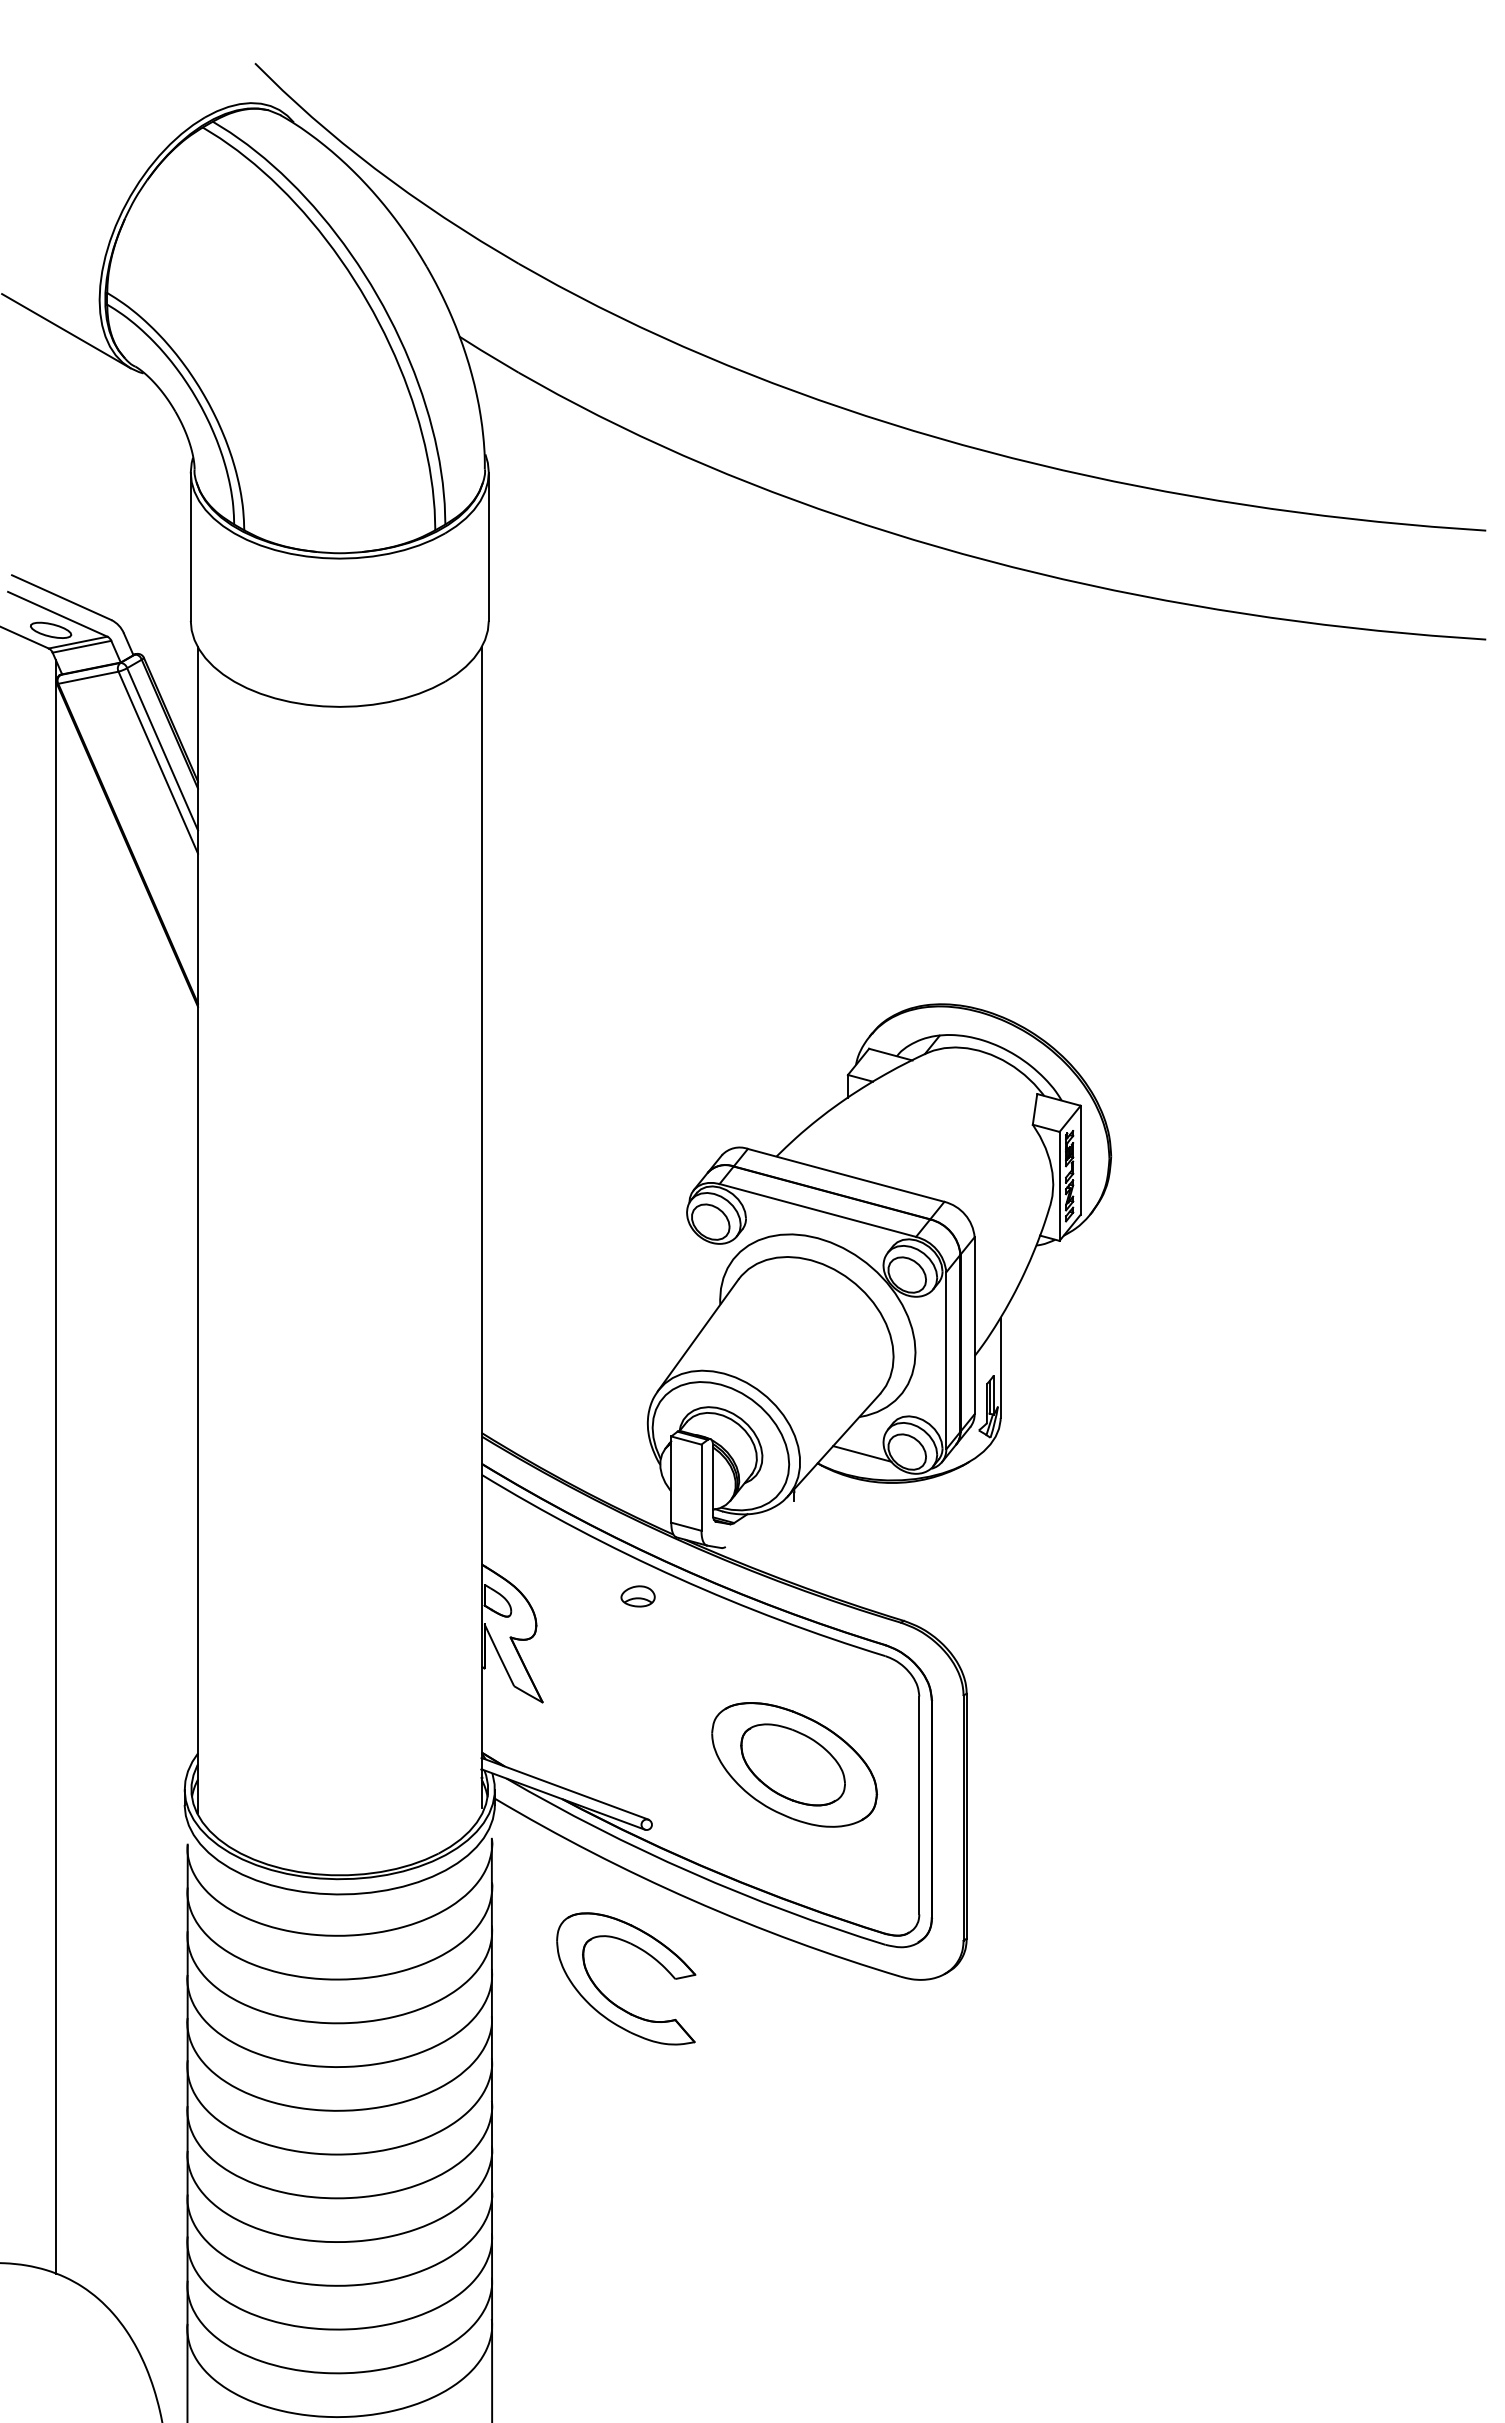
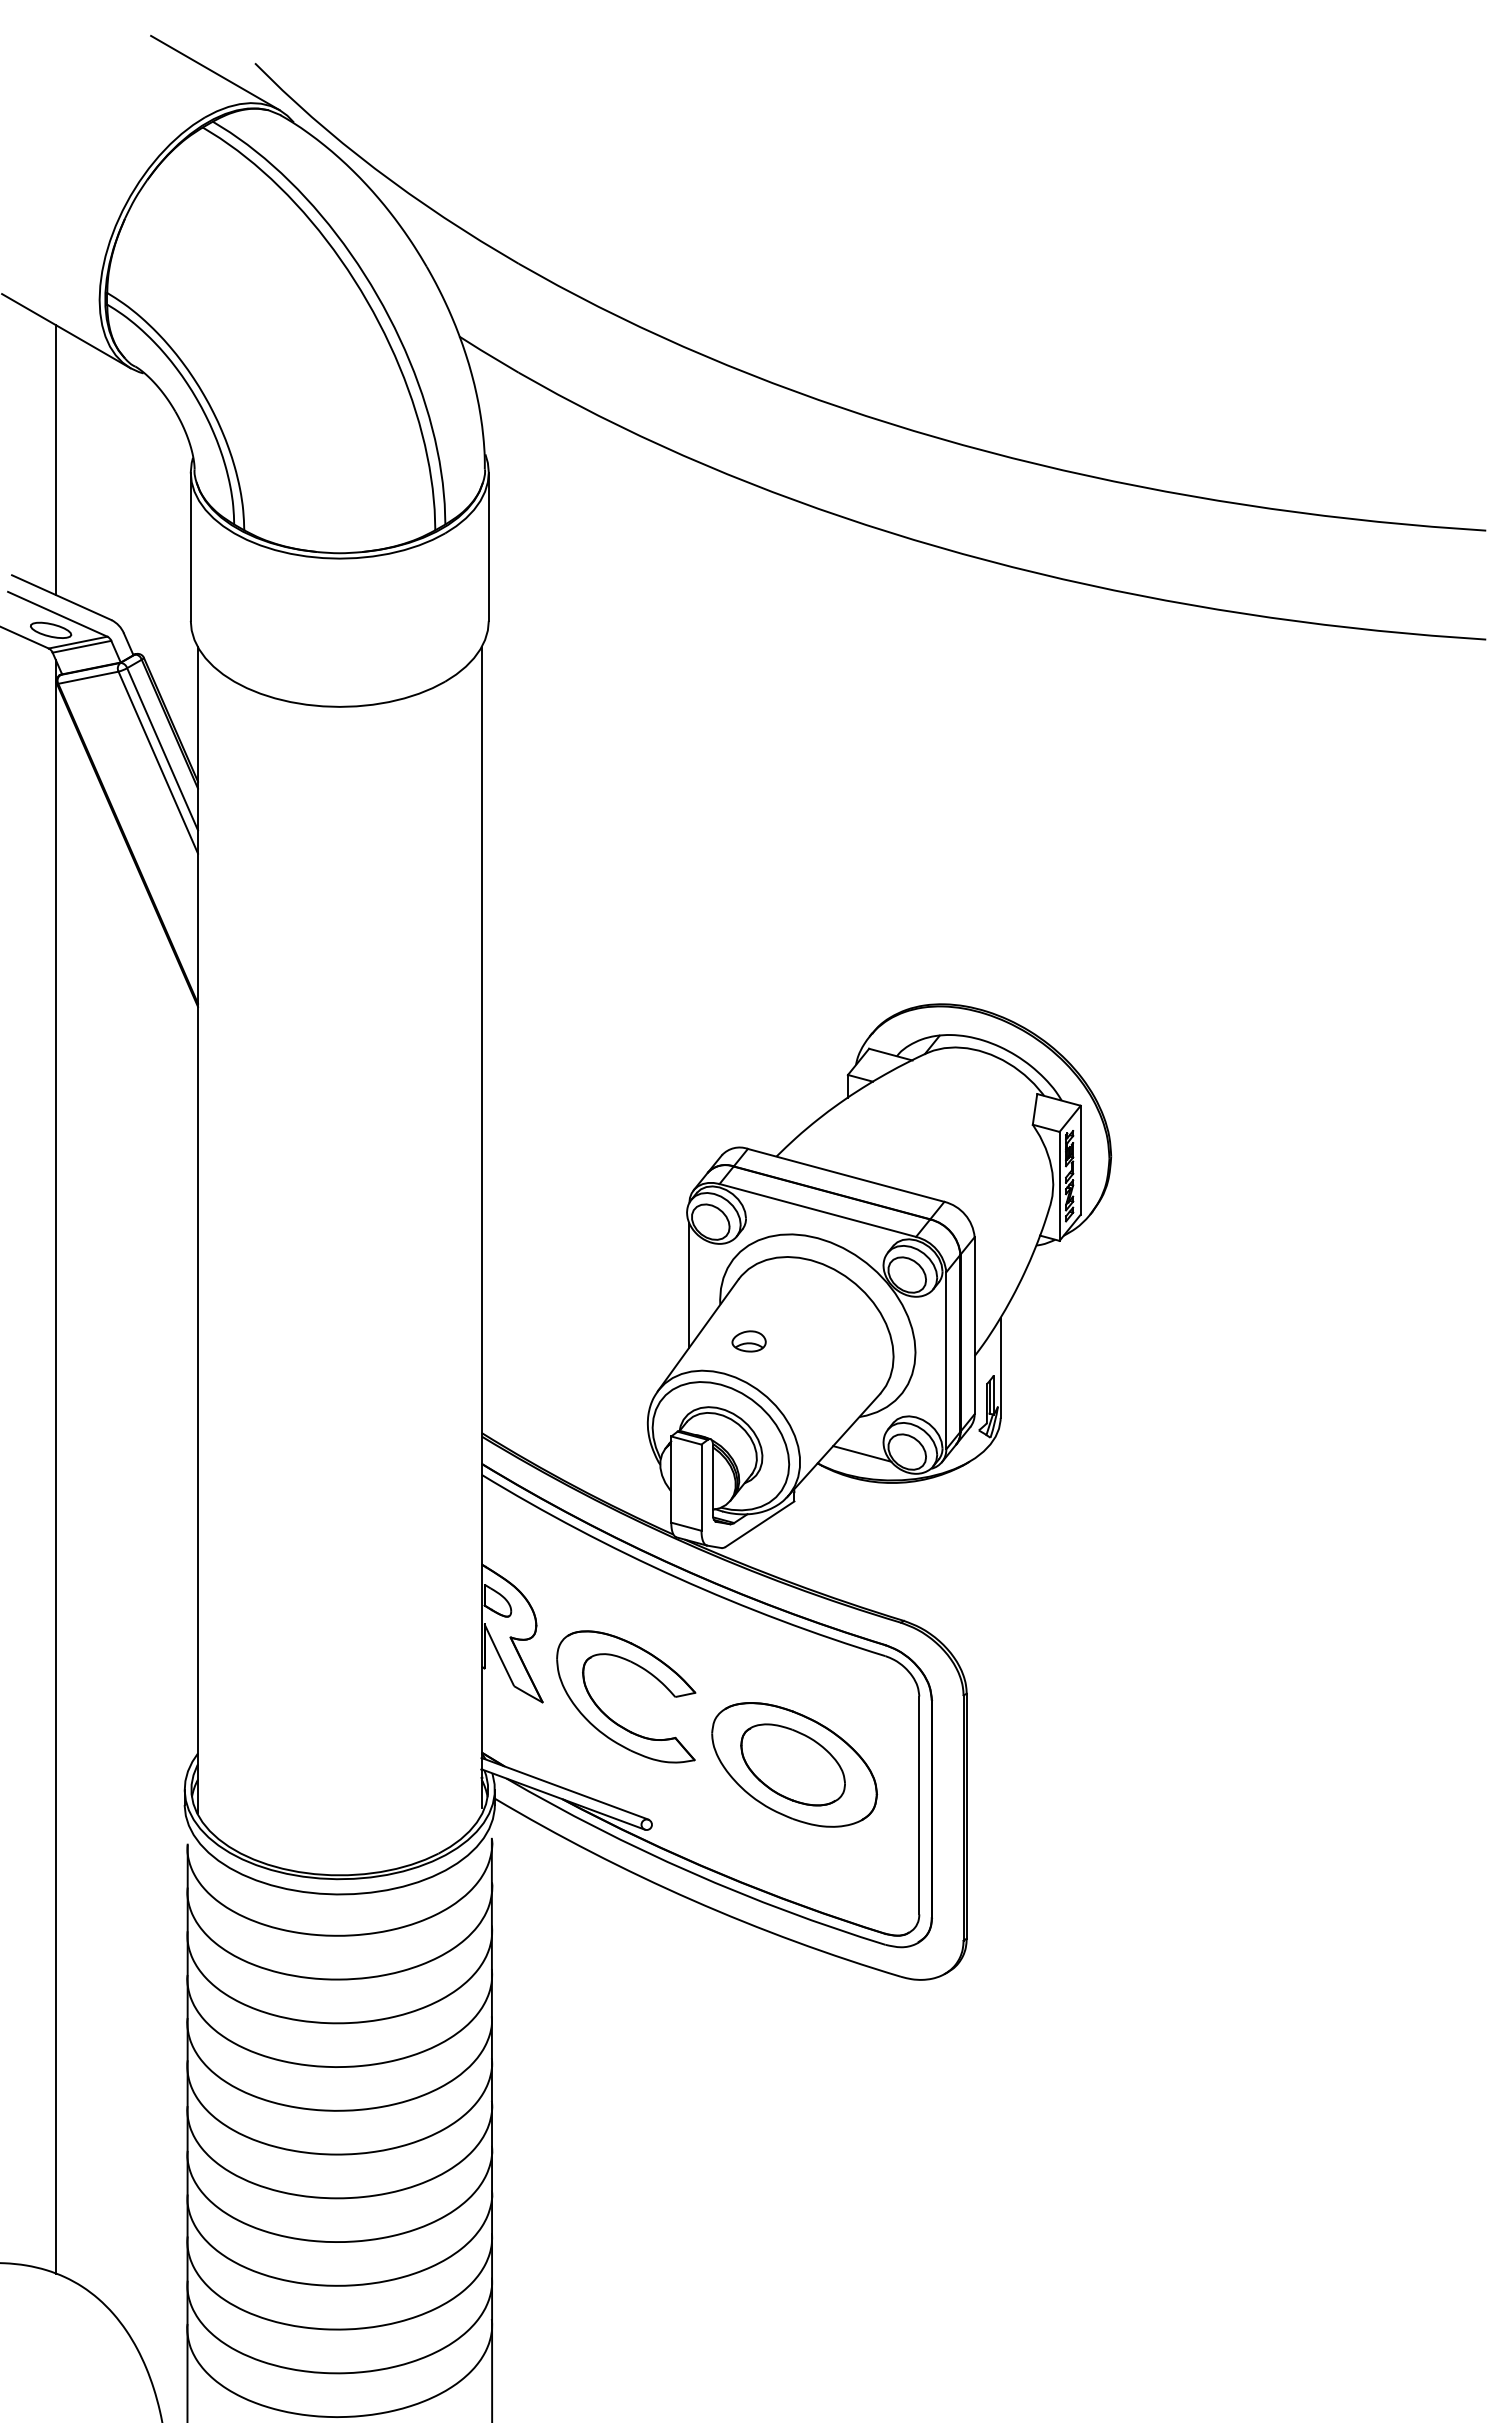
line at (215, 72): none -> present
line at (55, 459): none -> present
line at (689, 1284): none -> present
line at (759, 1523): none -> present
part at (637, 1596) position: (637, 1596) -> (748, 1341)
part at (611, 2000) position: (611, 2000) -> (611, 1718)
